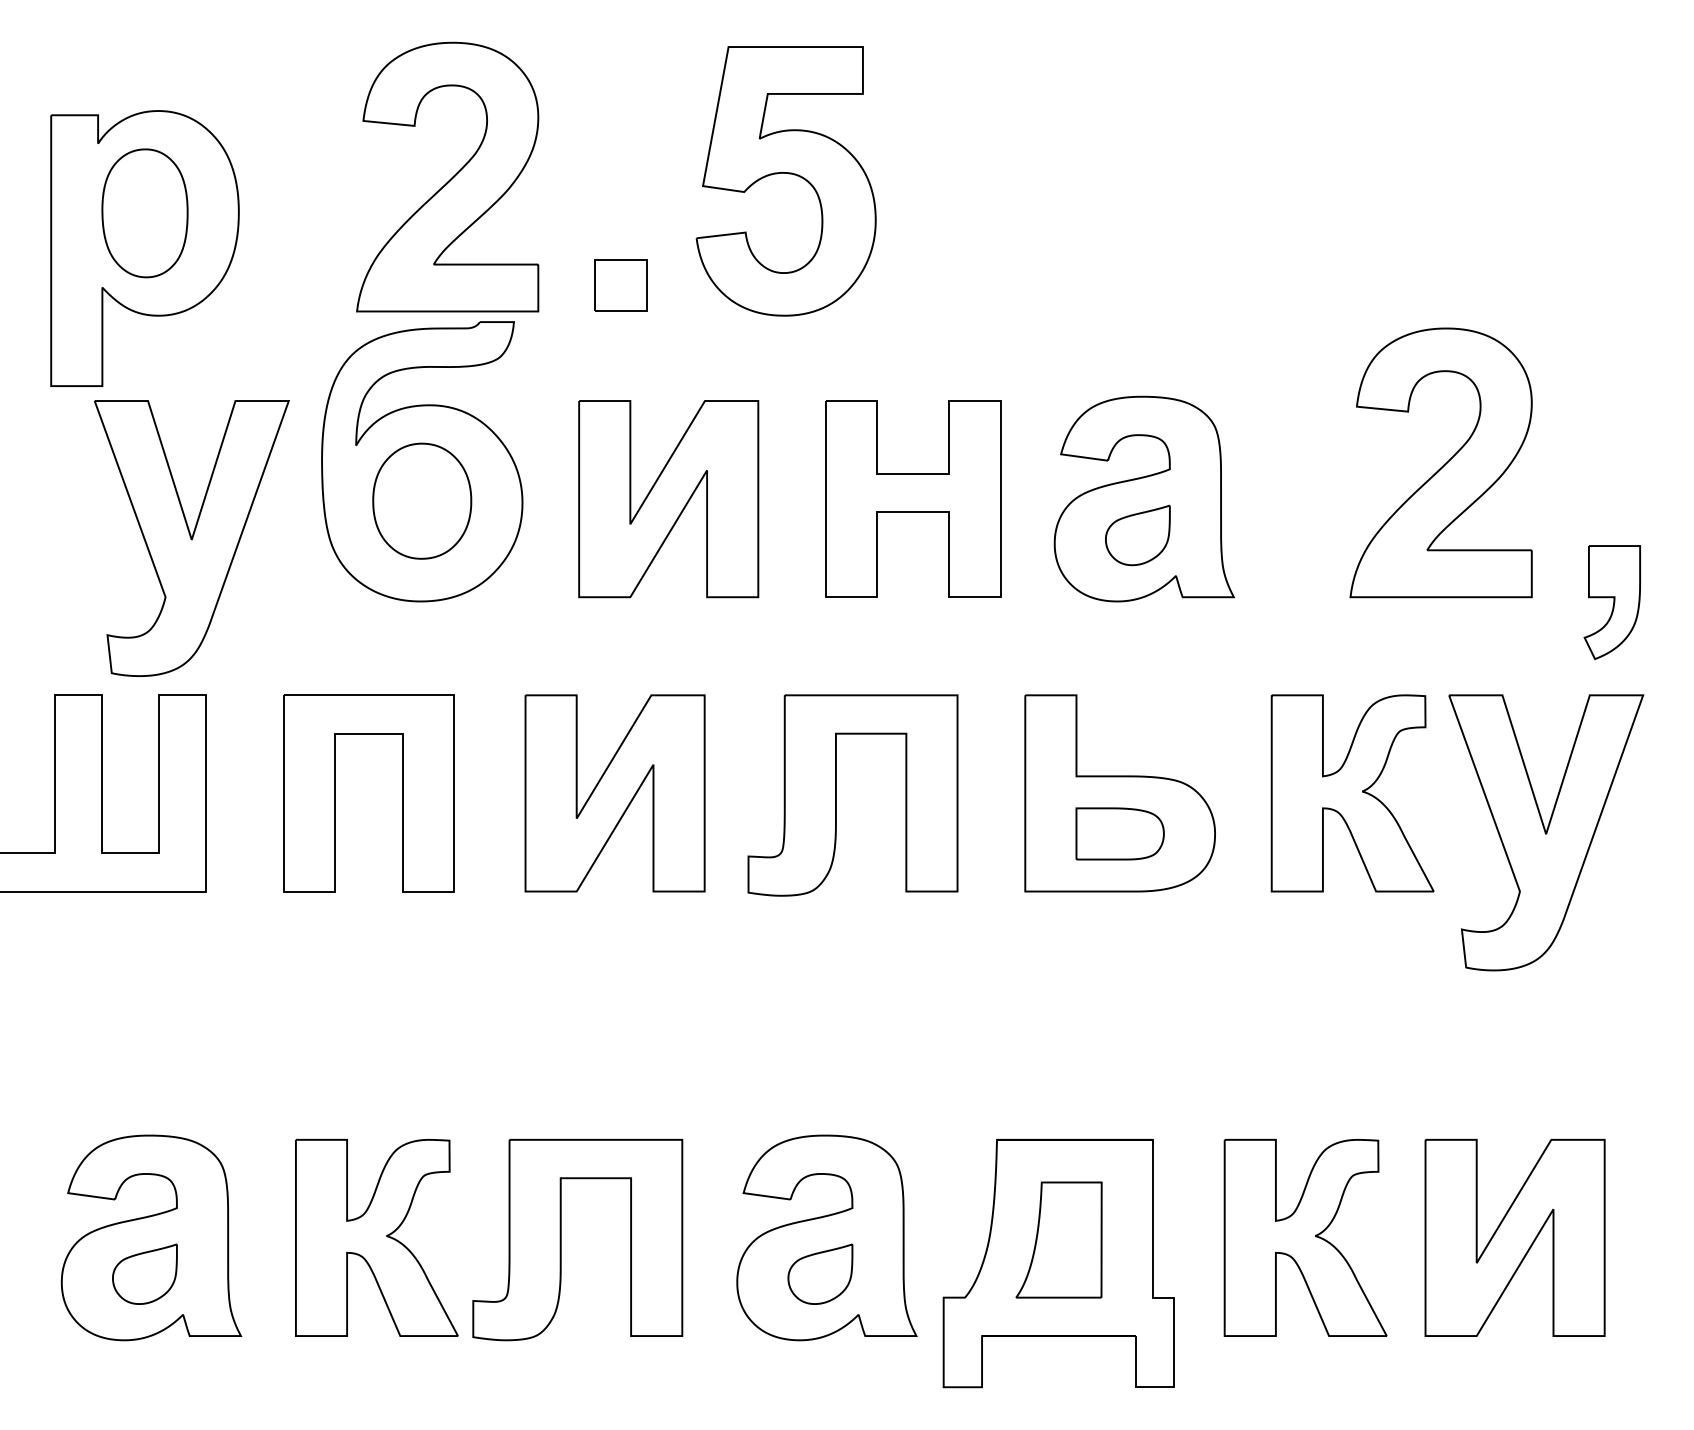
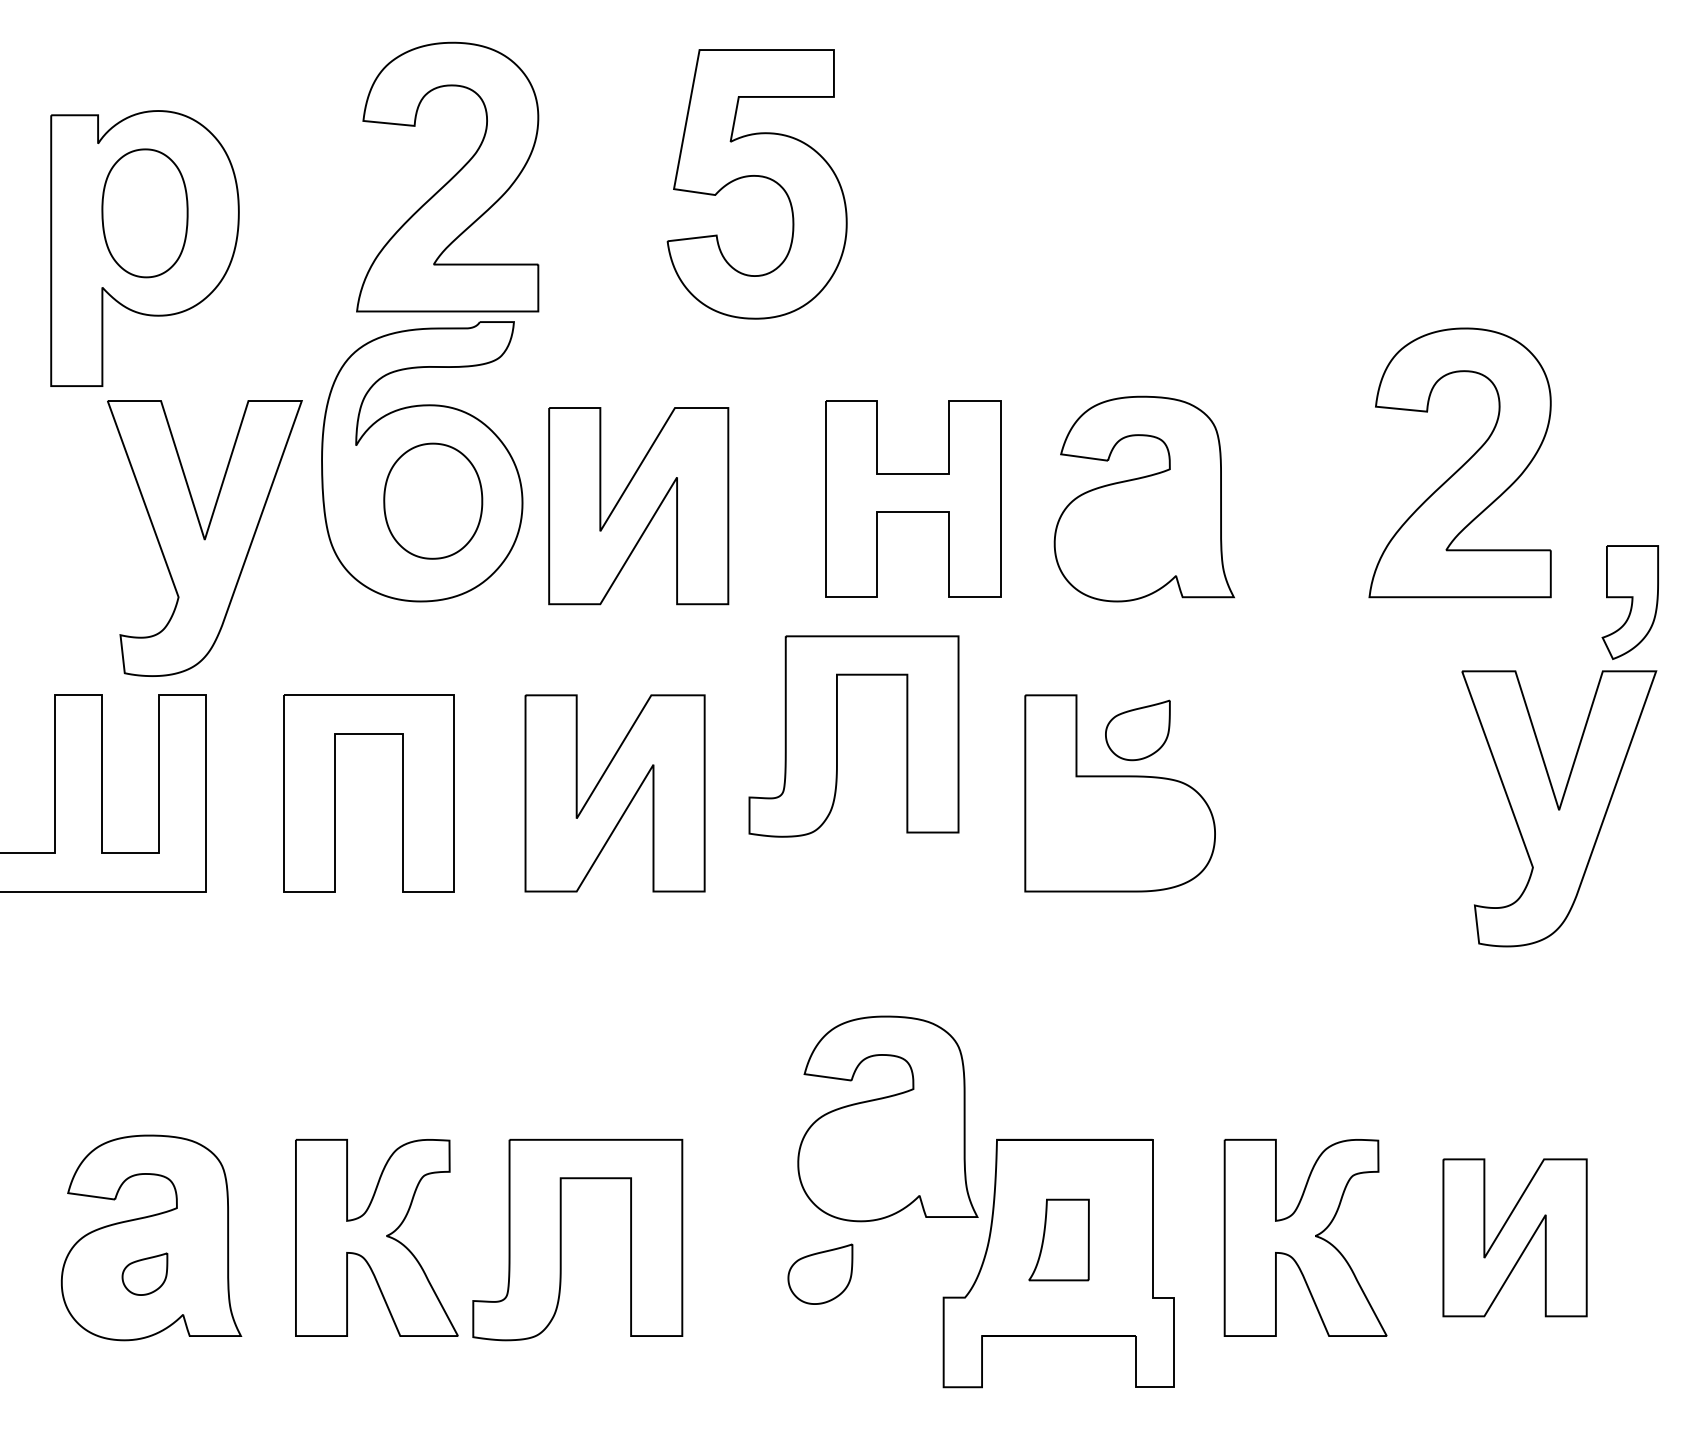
part at (788, 174) position: (788, 174) -> (759, 177)
part at (620, 285): present -> none
part at (1440, 462) position: (1440, 462) -> (1459, 462)
part at (668, 499) position: (668, 499) -> (638, 506)
part at (422, 500) position: (422, 500) -> (433, 500)
part at (1137, 535) position: (1137, 535) -> (1137, 730)
part at (191, 538) position: (191, 538) -> (204, 538)
part at (1611, 602) position: (1611, 602) -> (1629, 602)
part at (1352, 793): present -> none
part at (836, 795) position: (836, 795) -> (837, 736)
part at (1546, 832) position: (1546, 832) -> (1559, 808)
part at (1119, 833): present -> none
part at (826, 1237) position: (826, 1237) -> (887, 1118)
part at (1514, 1237) size: 182x199 px -> 146x160 px
part at (1058, 1239) size: 88x118 px -> 62x84 px
part at (144, 1273) size: 66x62 px -> 48x44 px
